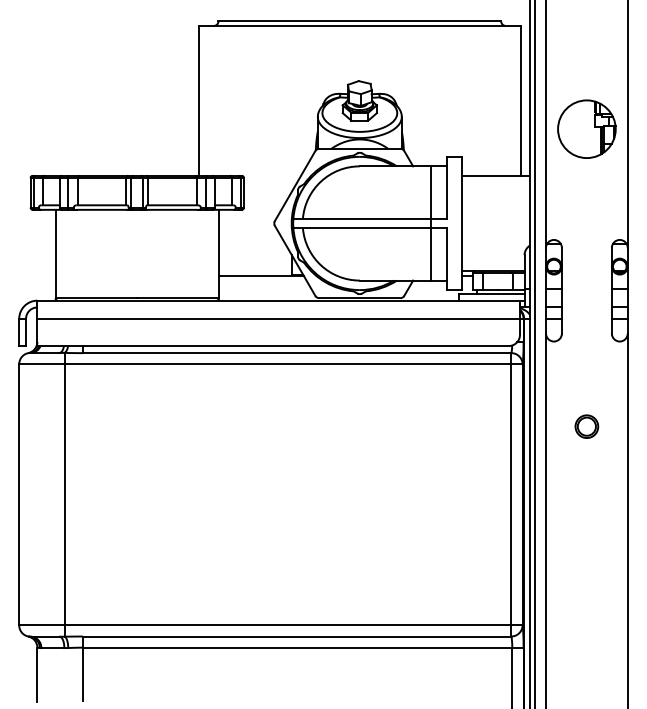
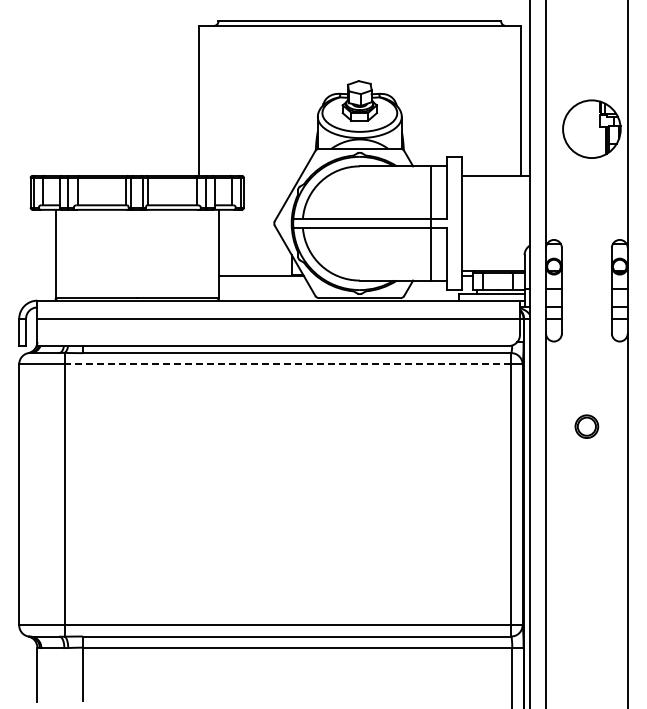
part at (586, 128) position: (586, 128) -> (591, 128)
line at (534, 353): present -> none
line at (287, 364): solid -> dashed
